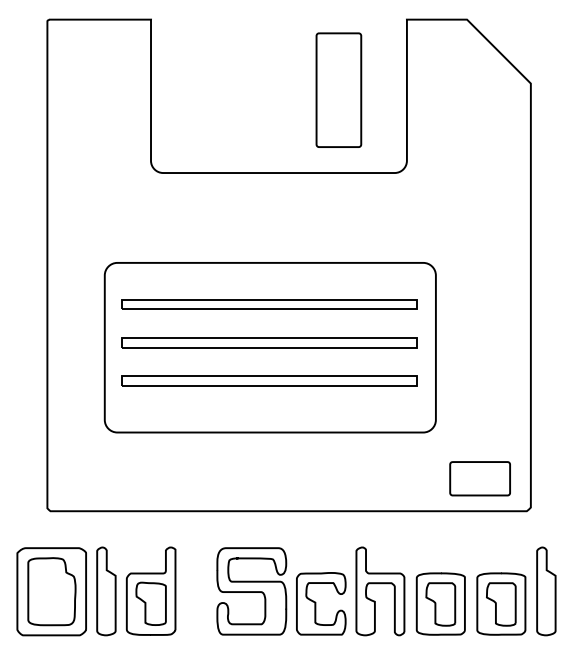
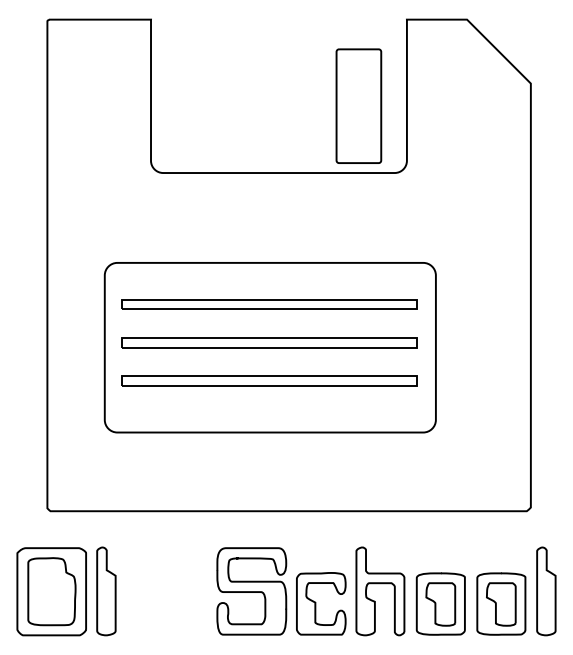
part at (338, 89) position: (338, 89) -> (358, 105)
part at (479, 478): present -> none
part at (150, 590): present -> none
